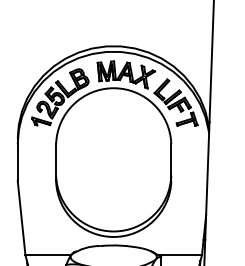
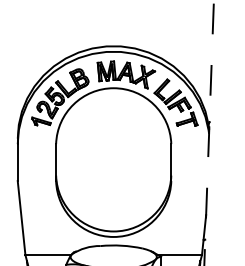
line at (209, 133): solid -> dashed
